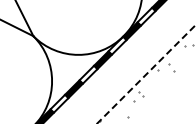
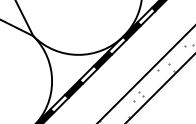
line at (146, 74): dashed -> solid
line at (160, 88): none -> present
